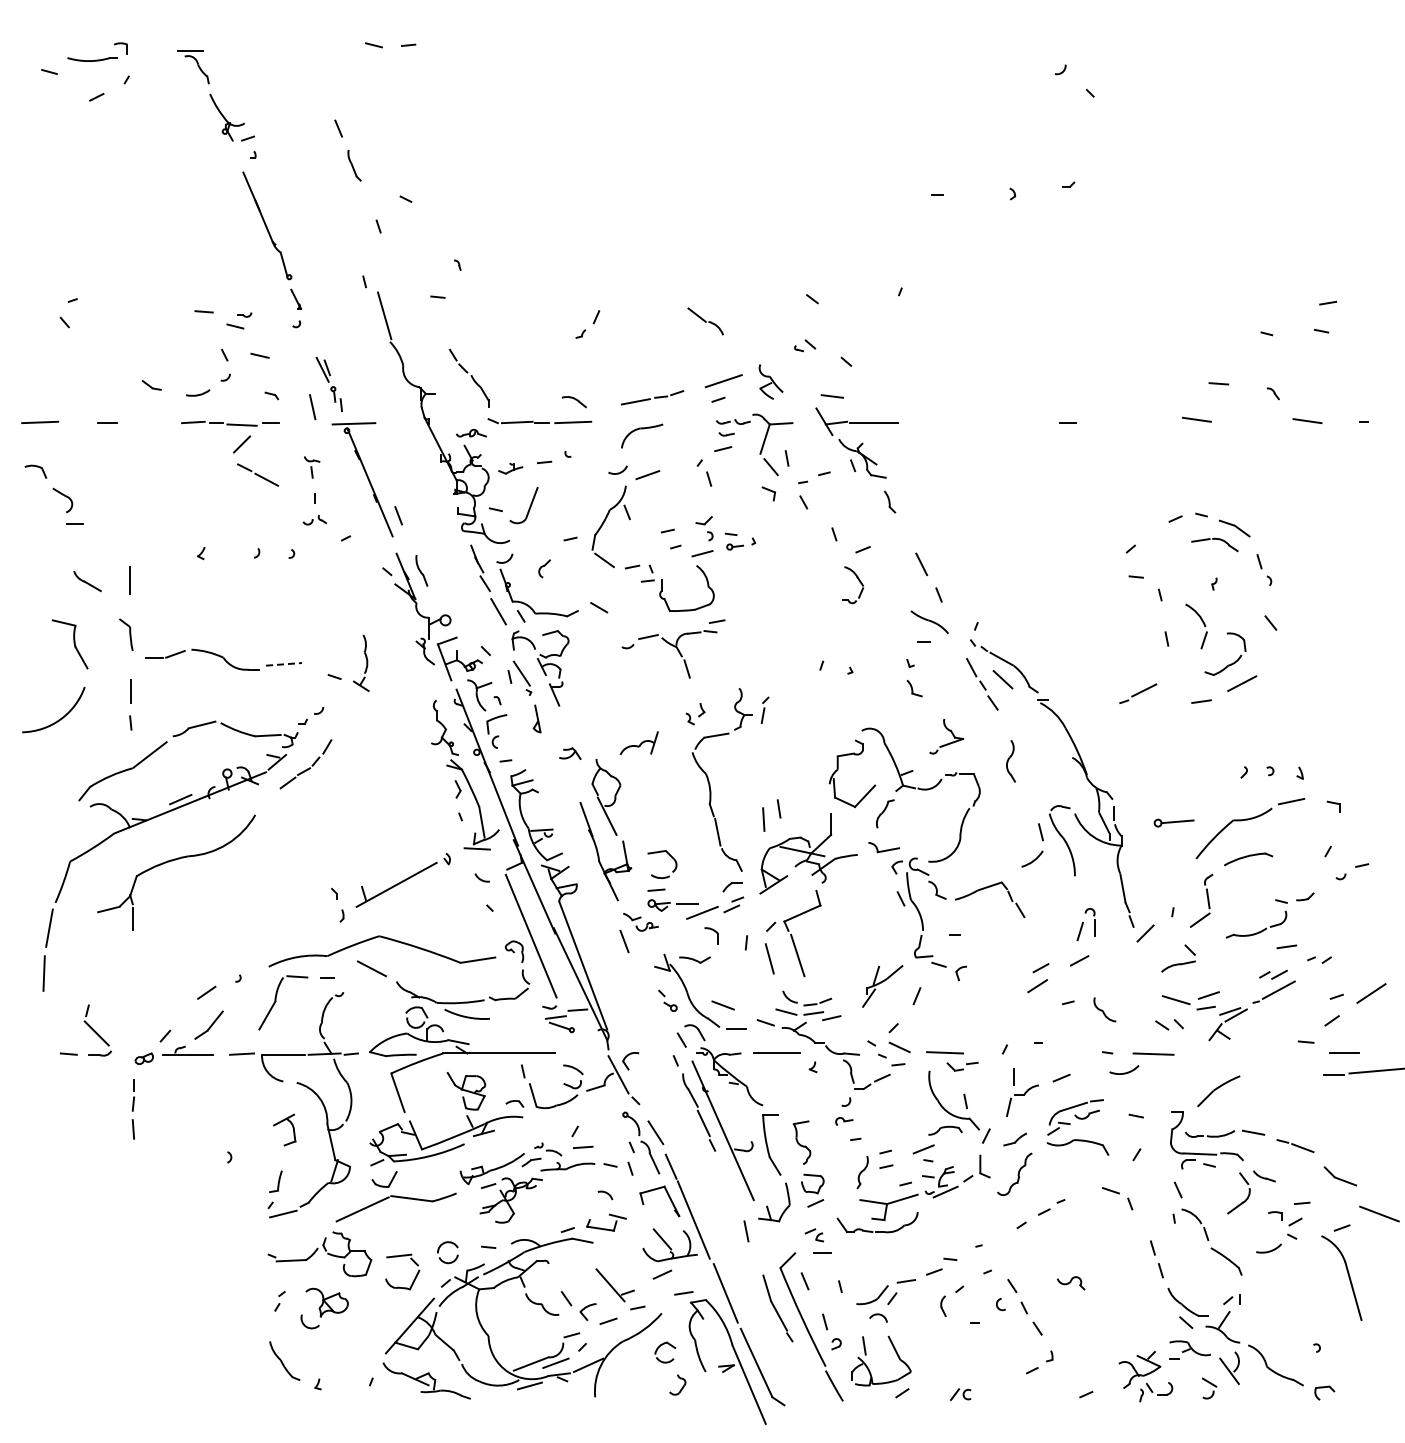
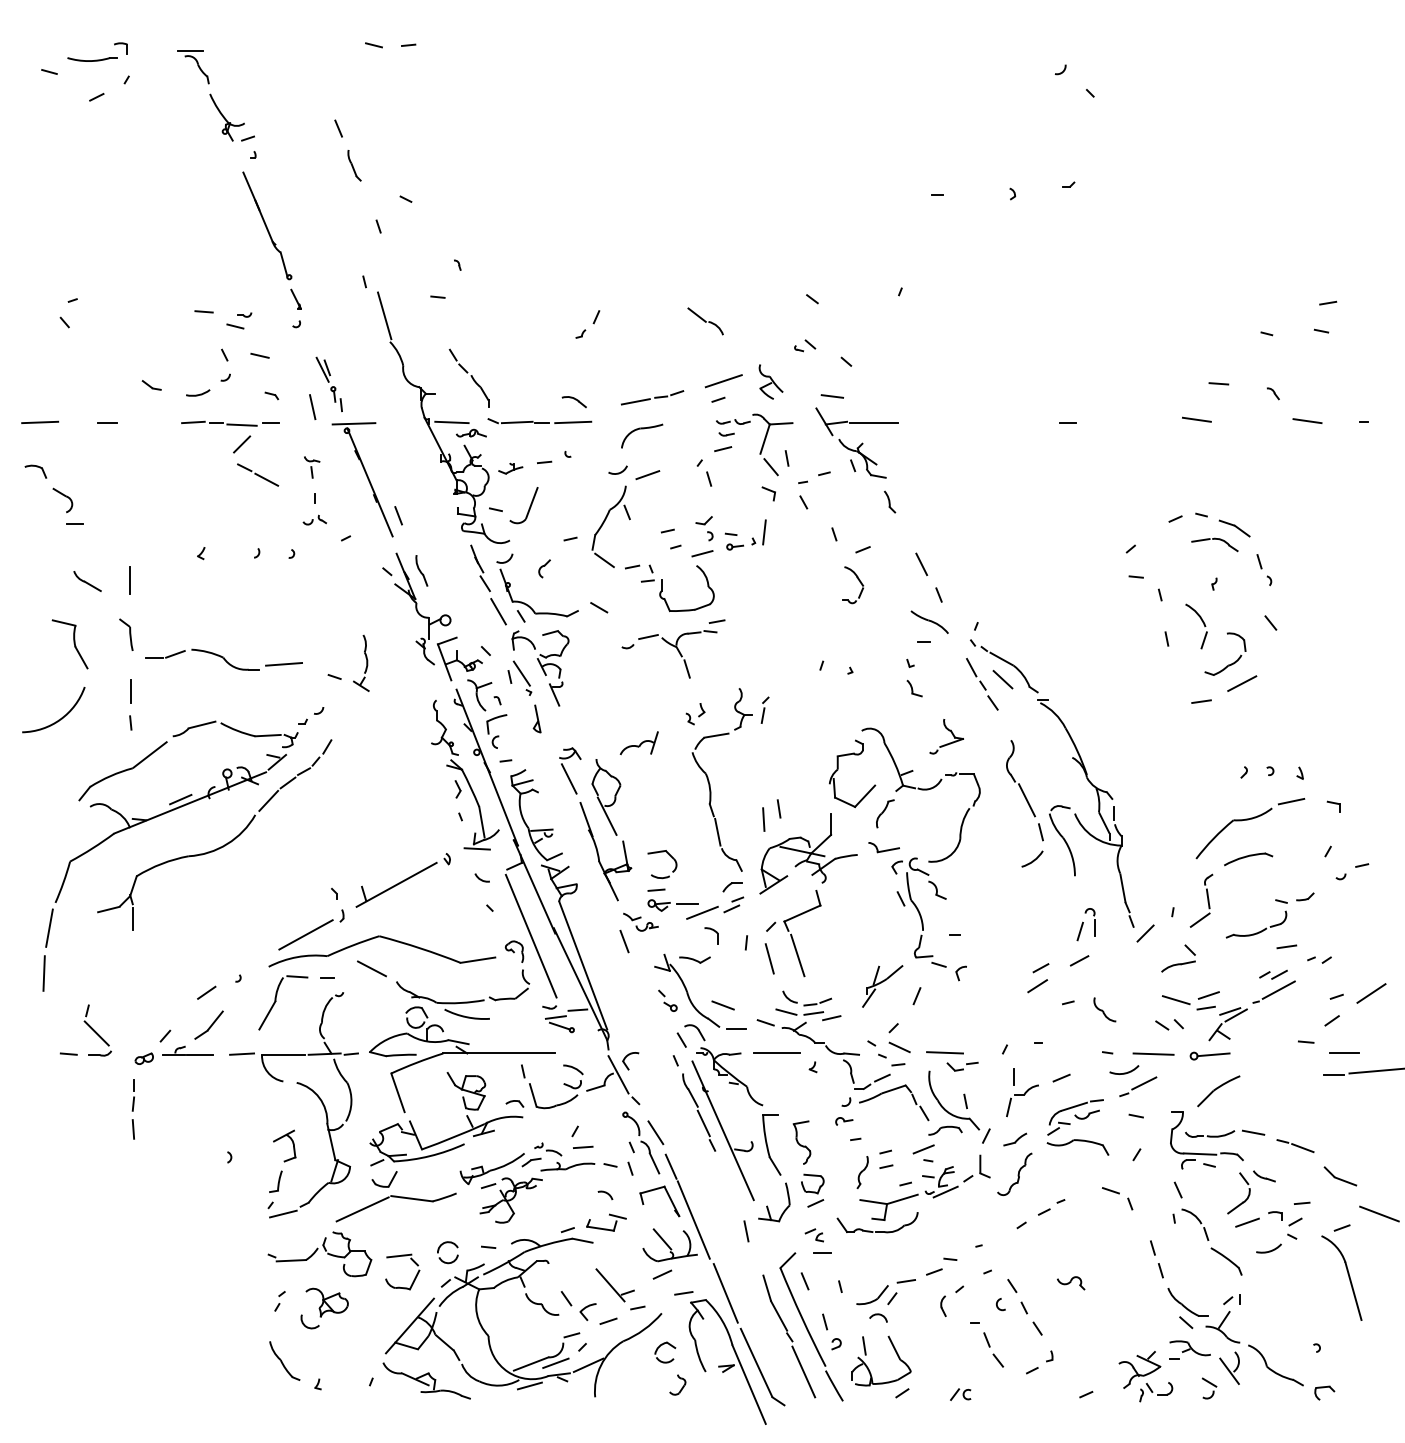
line at (451, 422): none -> present
line at (764, 532): none -> present
line at (284, 664): dashed -> solid
part at (1138, 693) position: (1138, 693) -> (1138, 1086)
line at (568, 778): none -> present
line at (268, 800): none -> present
line at (1026, 800): none -> present
part at (1173, 822) position: (1173, 822) -> (1209, 1055)
part at (987, 888) position: (987, 888) -> (891, 1091)
line at (305, 934): none -> present
part at (281, 1122) position: (281, 1122) -> (281, 1138)
line at (1247, 1222): none -> present
part at (993, 1349): none -> present
line at (803, 1371): none -> present
